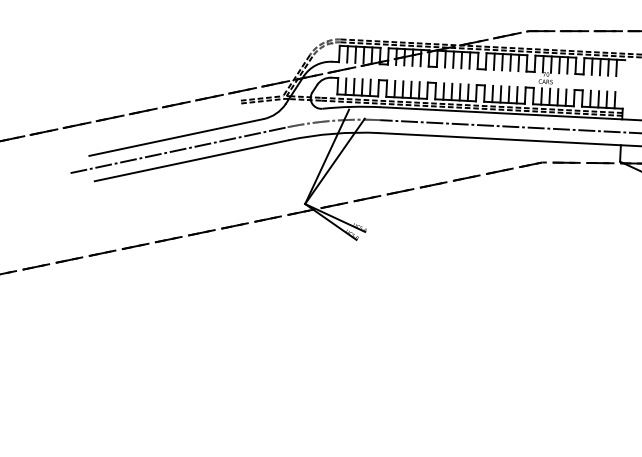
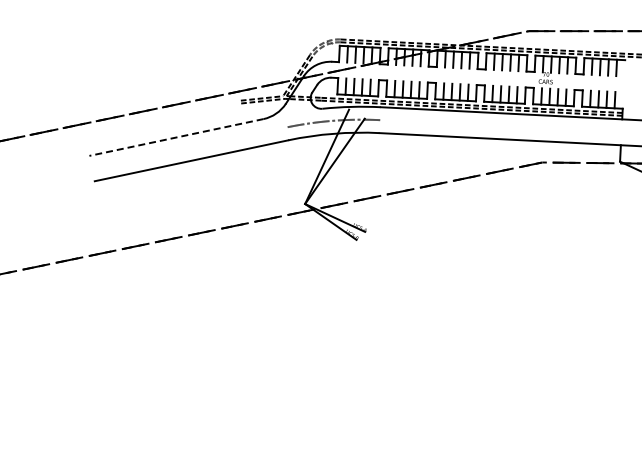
line at (509, 126): present -> none
line at (176, 137): solid -> dashed
line at (176, 150): present -> none
